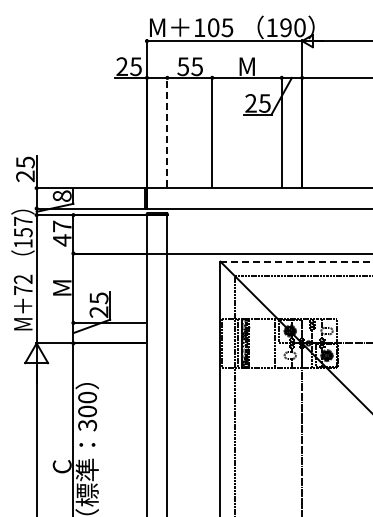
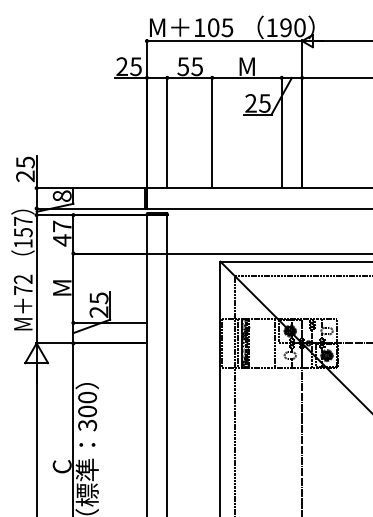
line at (167, 131): dashed -> solid
line at (296, 261): dashed -> solid
